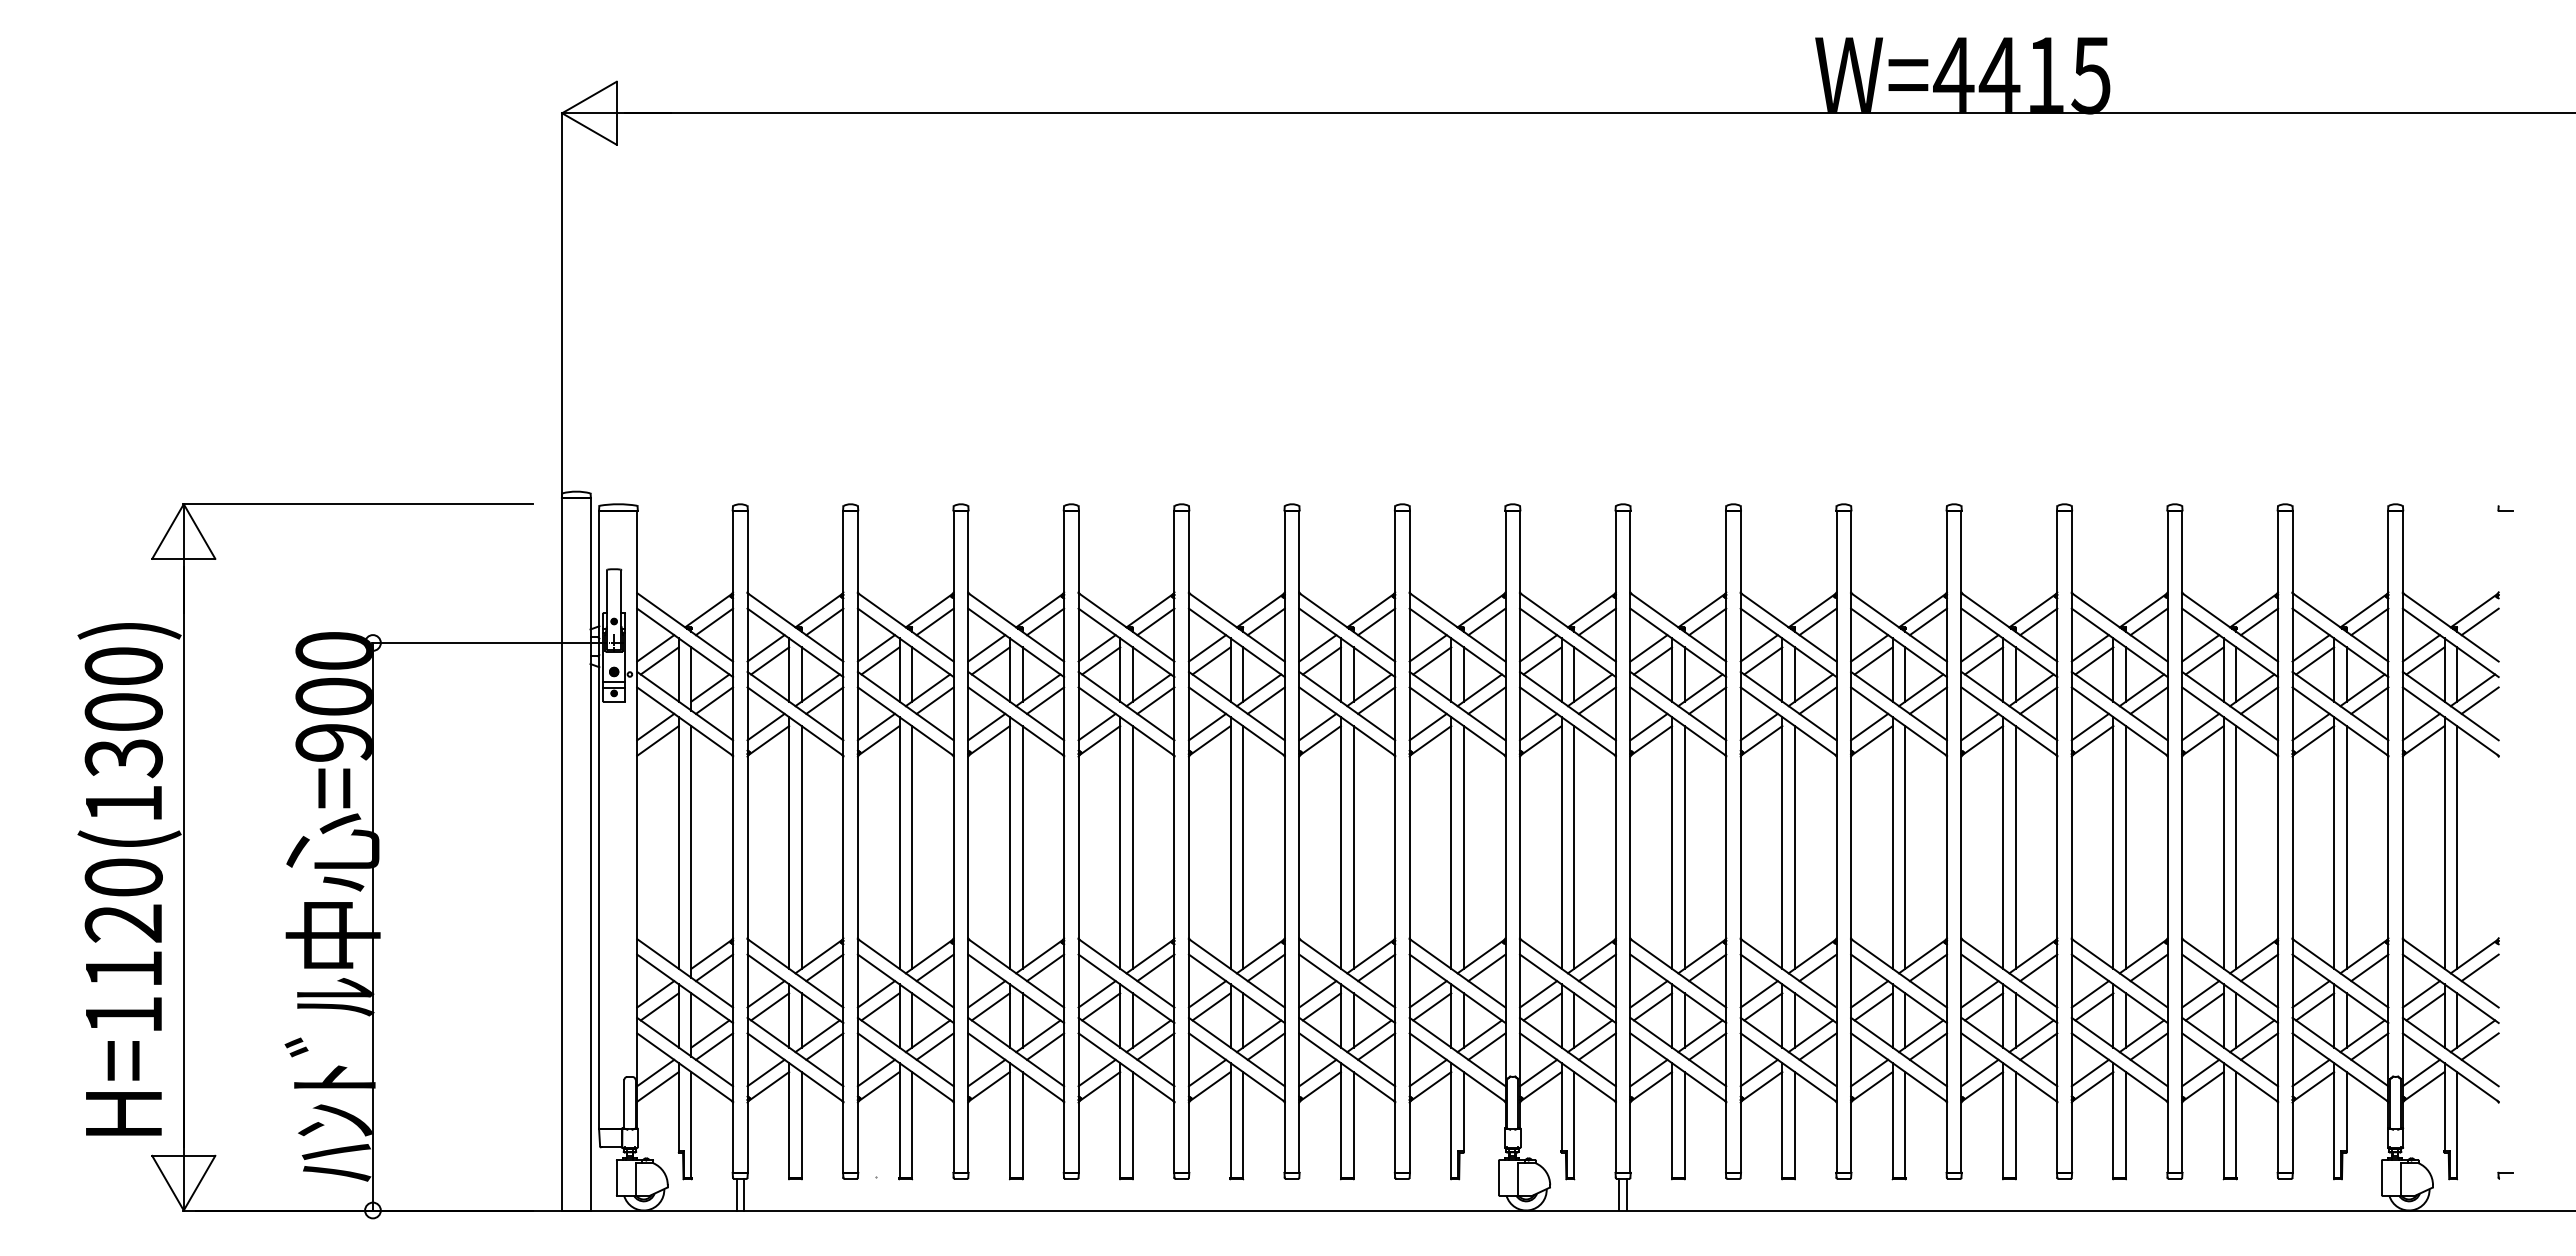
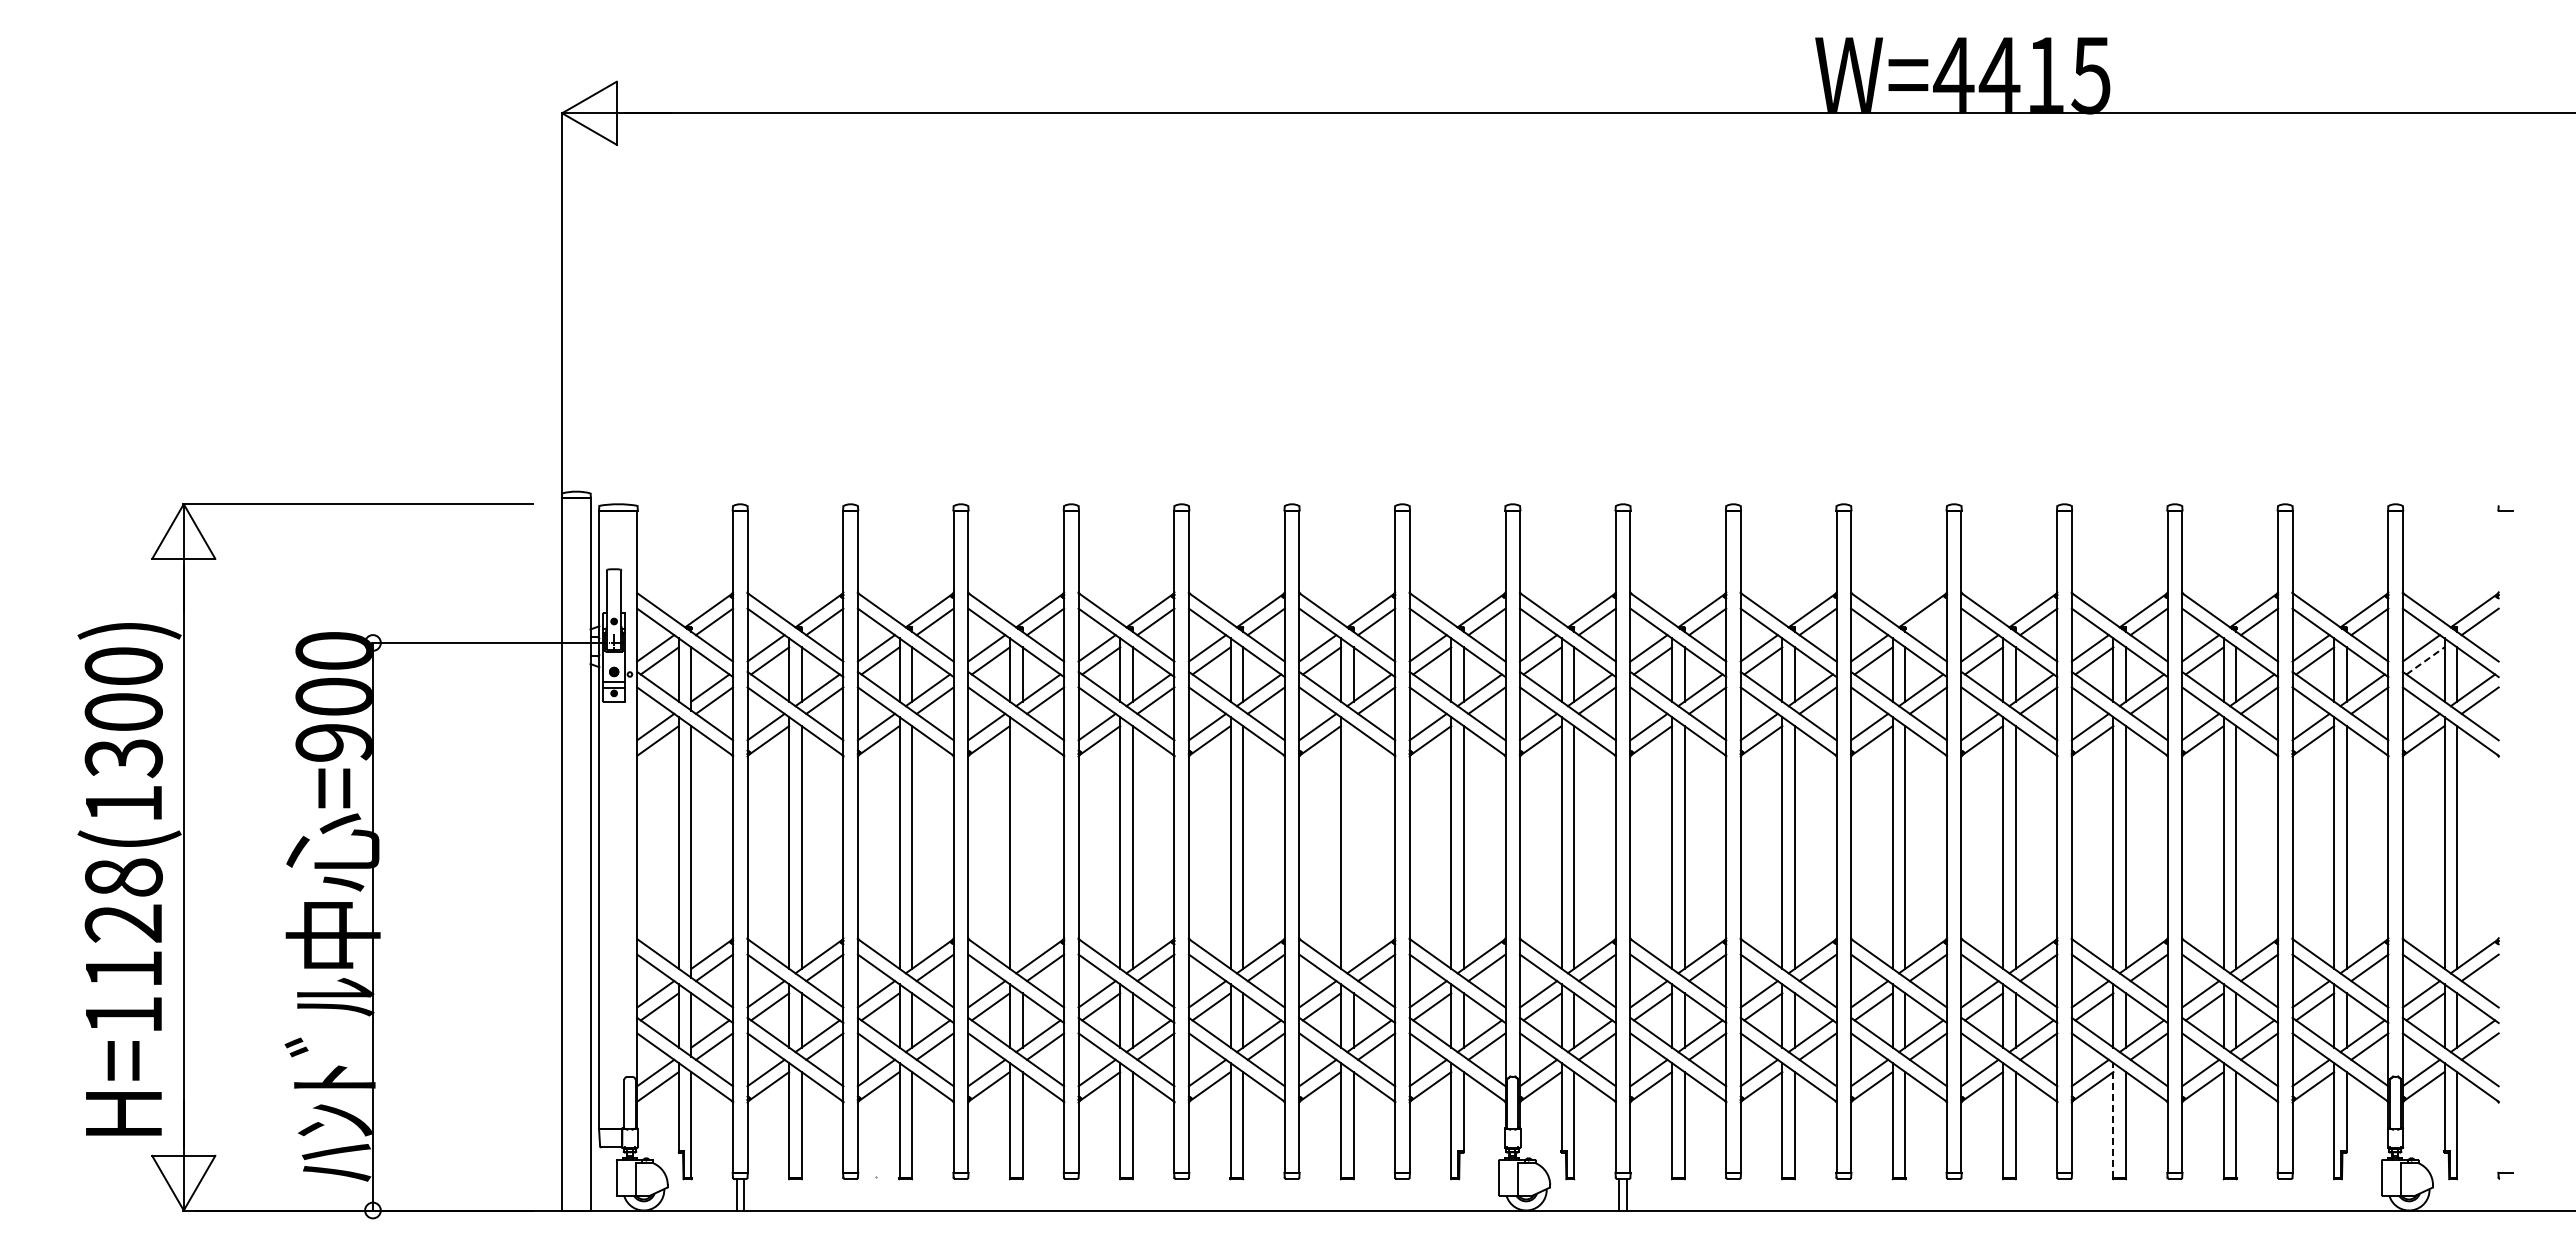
line at (1927, 621): present -> none
line at (2425, 660): solid -> dashed
line at (1022, 847): present -> none
line at (1353, 847): present -> none
text at (123, 877): H=1120(1300) -> H=1128(1300)
line at (2113, 1119): solid -> dashed
